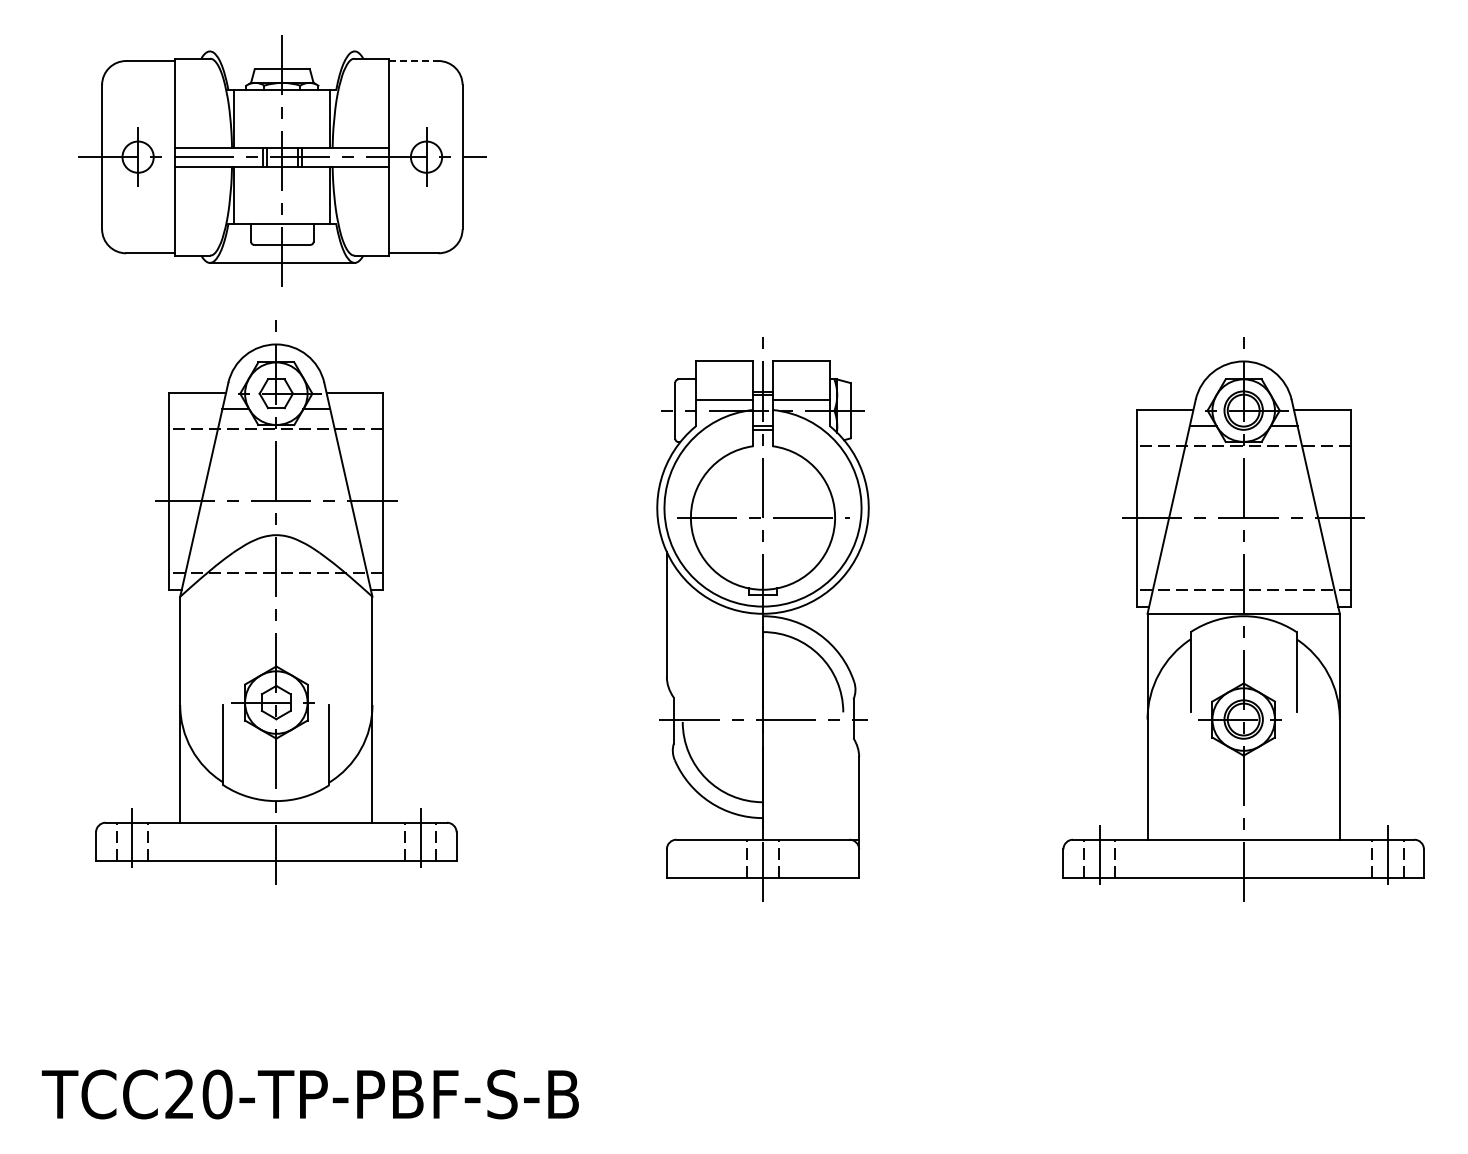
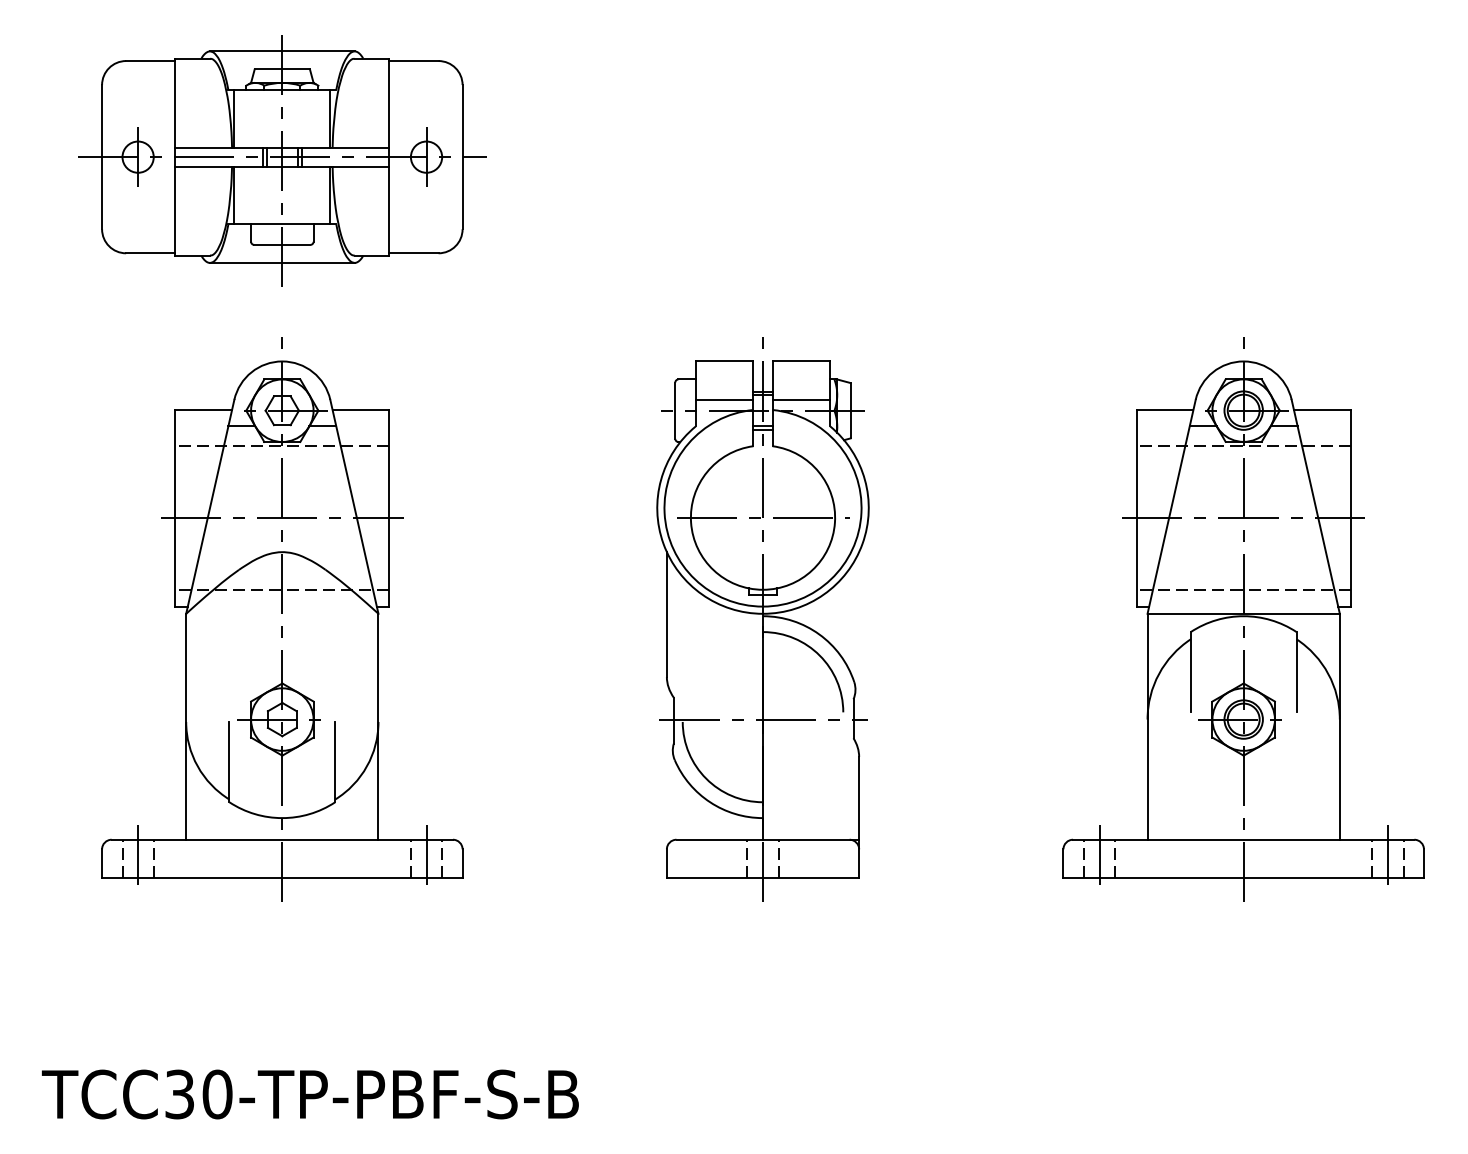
line at (282, 51): none -> present
line at (413, 61): dashed -> solid
part at (276, 602) position: (276, 602) -> (282, 619)
text at (179, 1094): TCC20-TP-PBF-S-B -> TCC30-TP-PBF-S-B
